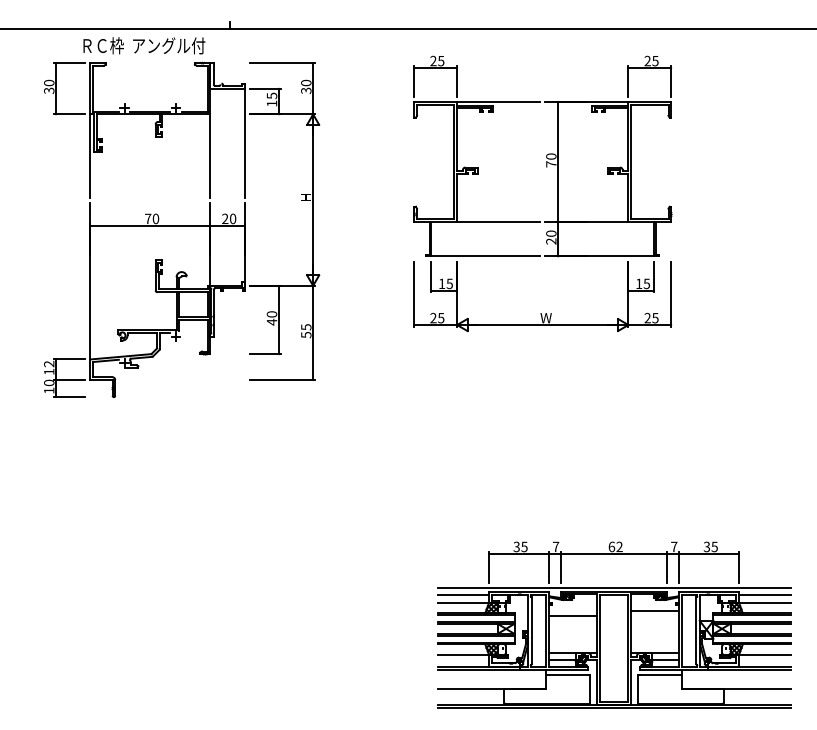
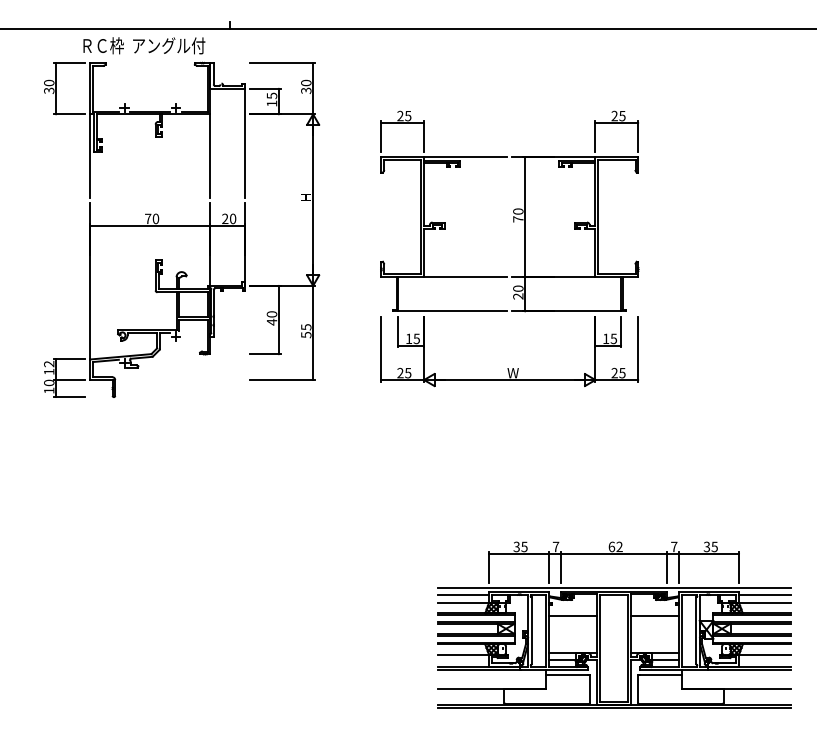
part at (557, 193) position: (557, 193) -> (524, 248)
line at (655, 610) position: (655, 610) -> (655, 615)
